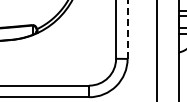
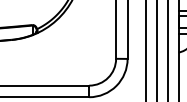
line at (127, 29): dashed -> solid
line at (146, 50): none -> present
line at (167, 50): none -> present
